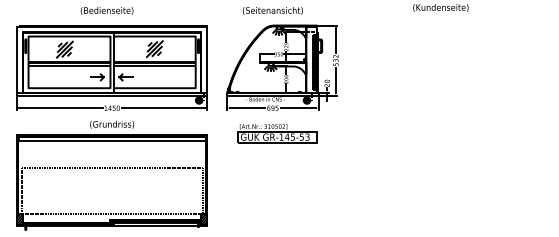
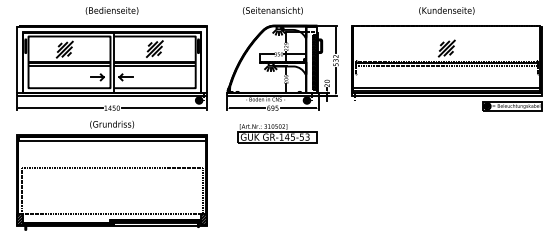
text at (440, 7) position: (440, 7) -> (446, 10)
text at (106, 10) position: (106, 10) -> (111, 10)
part at (446, 68): none -> present
